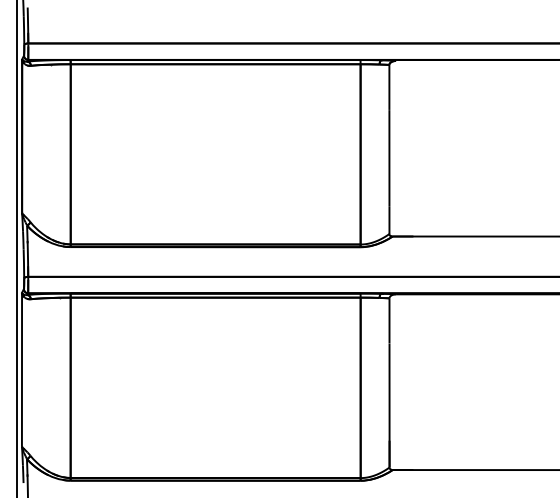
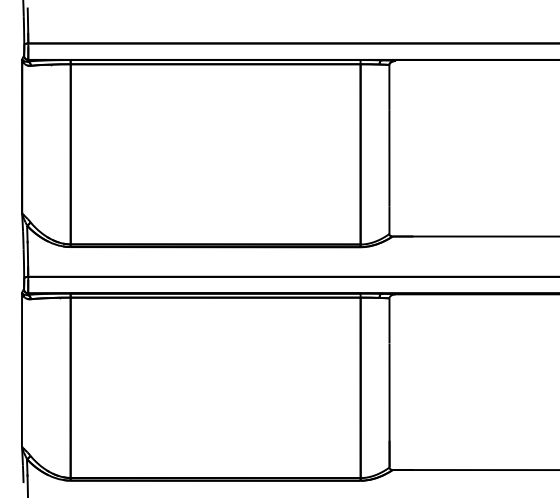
line at (16, 248): present -> none
